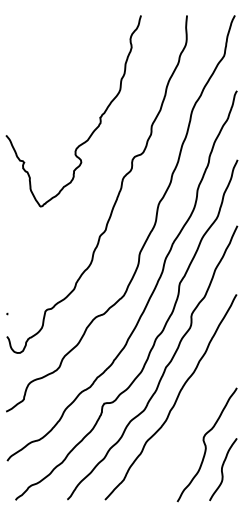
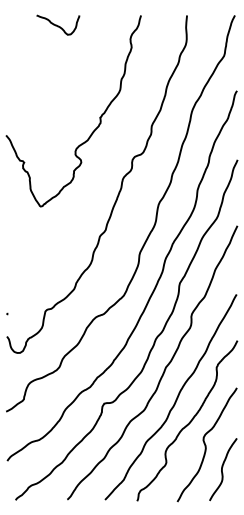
curve at (58, 25): none -> present
curve at (189, 421): none -> present
